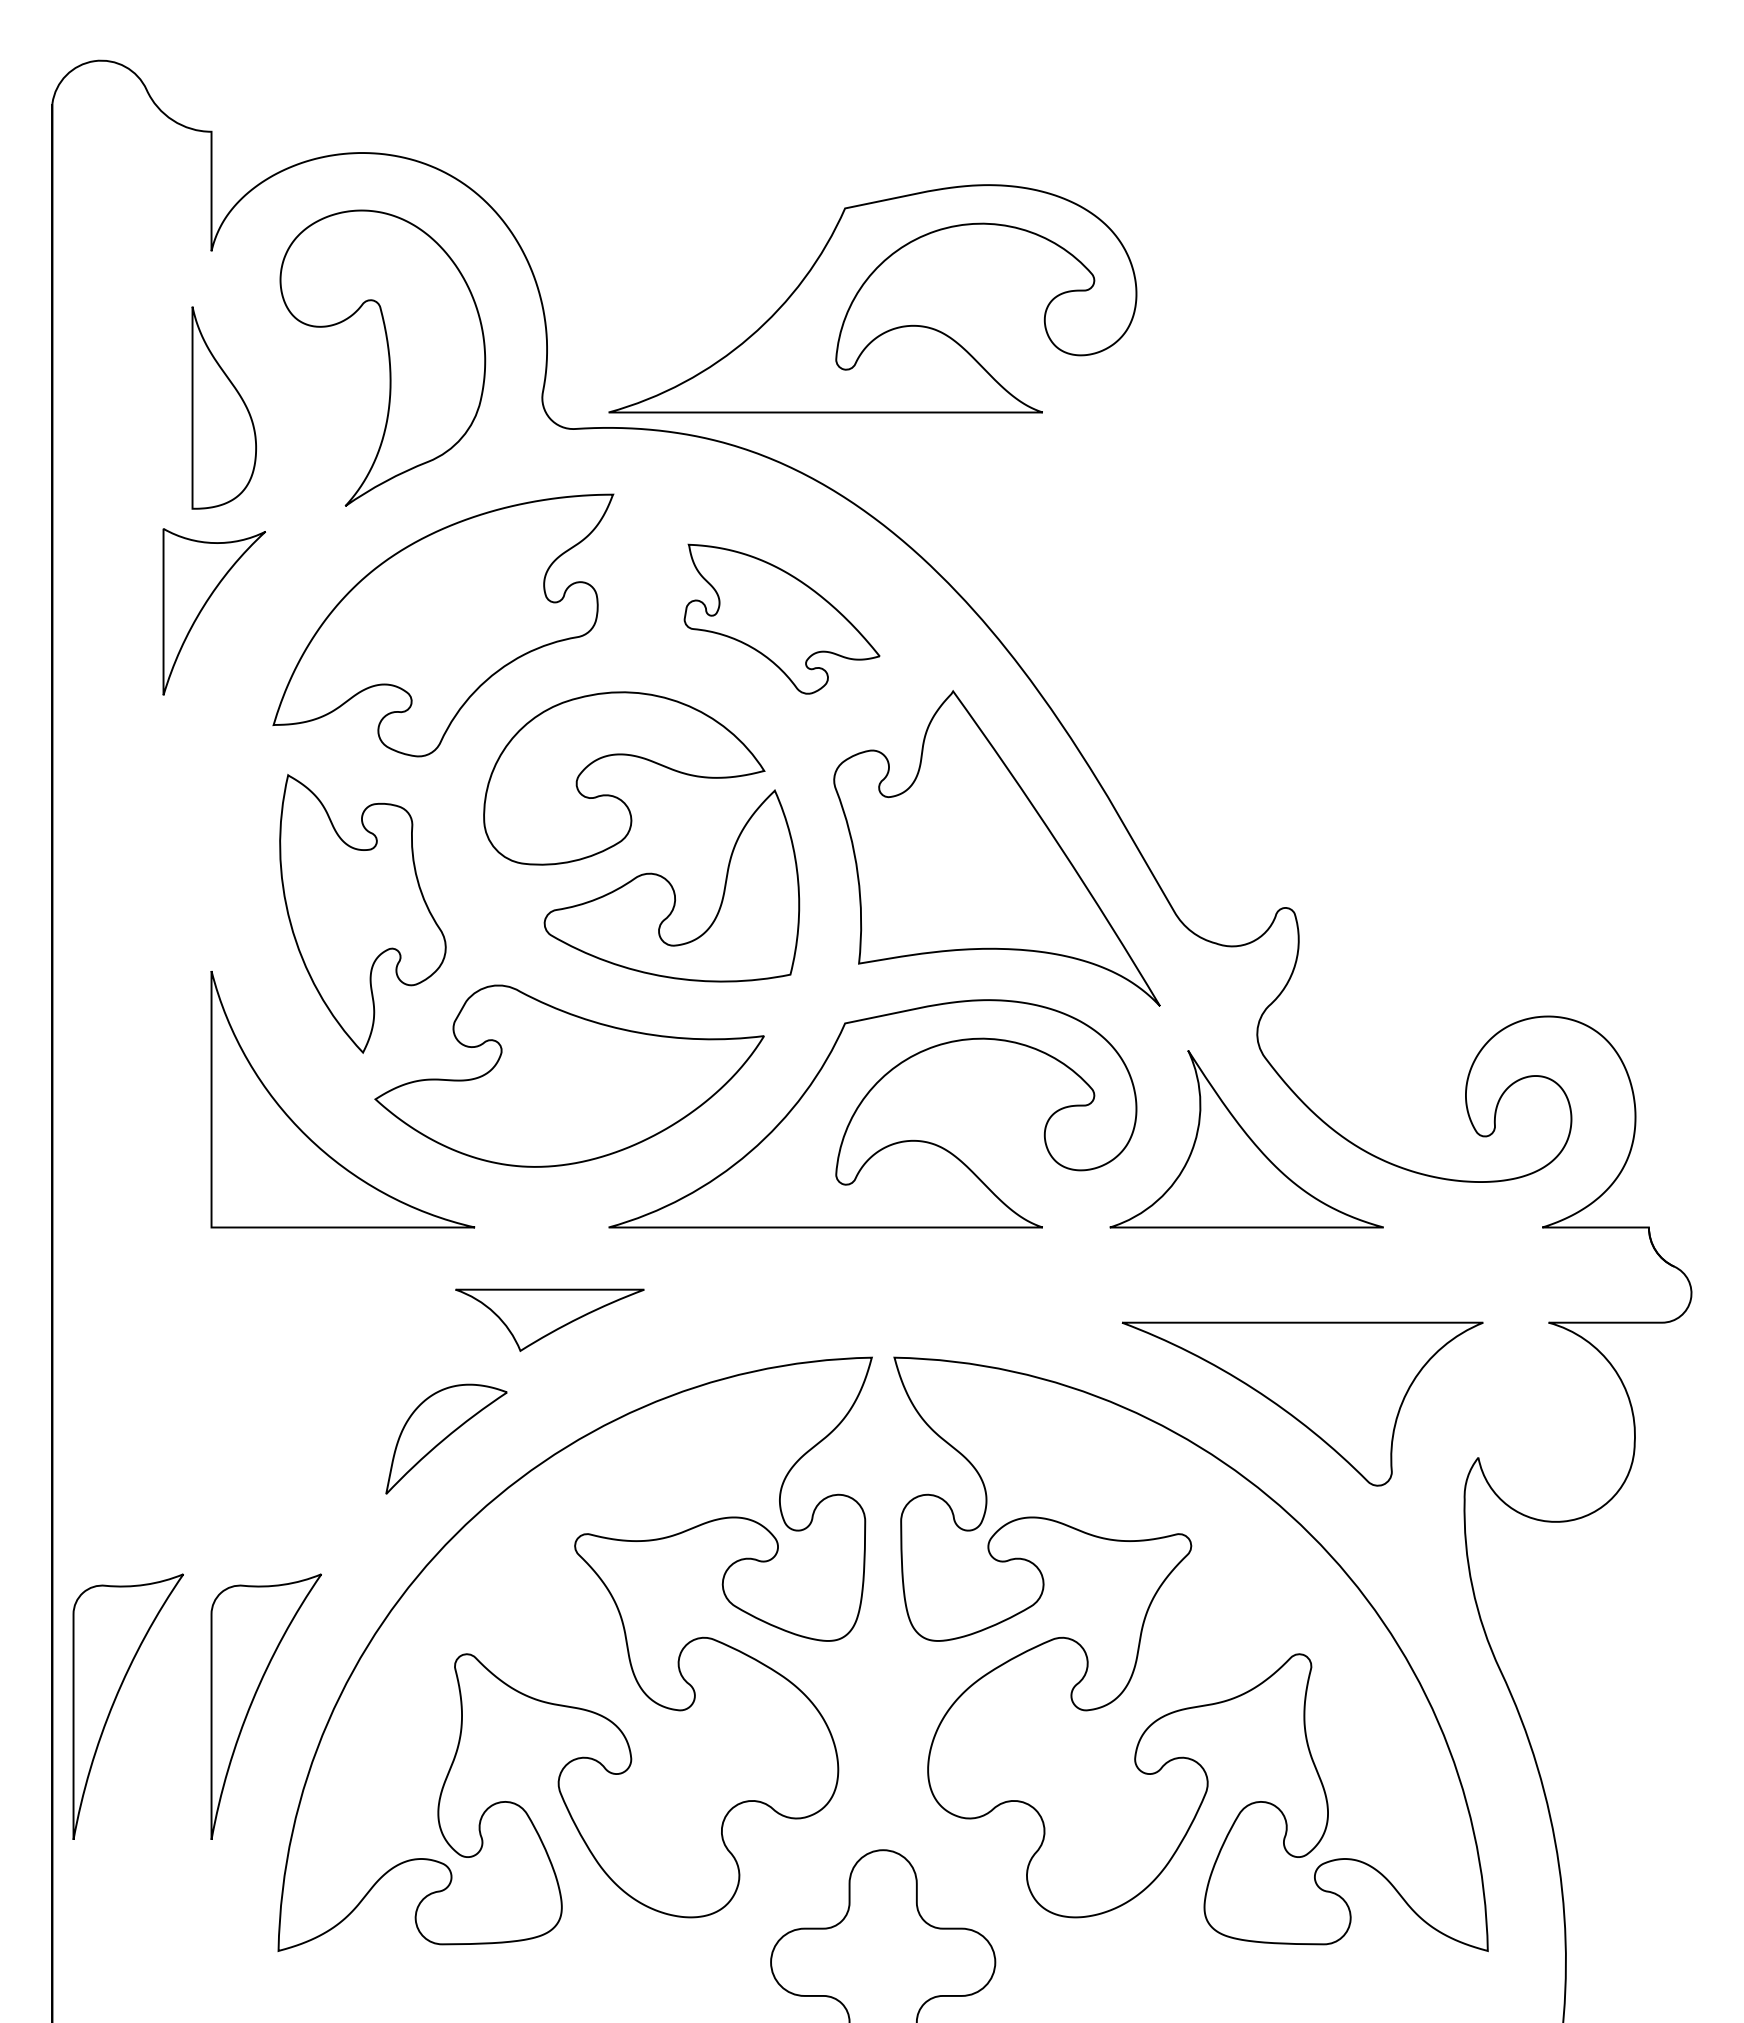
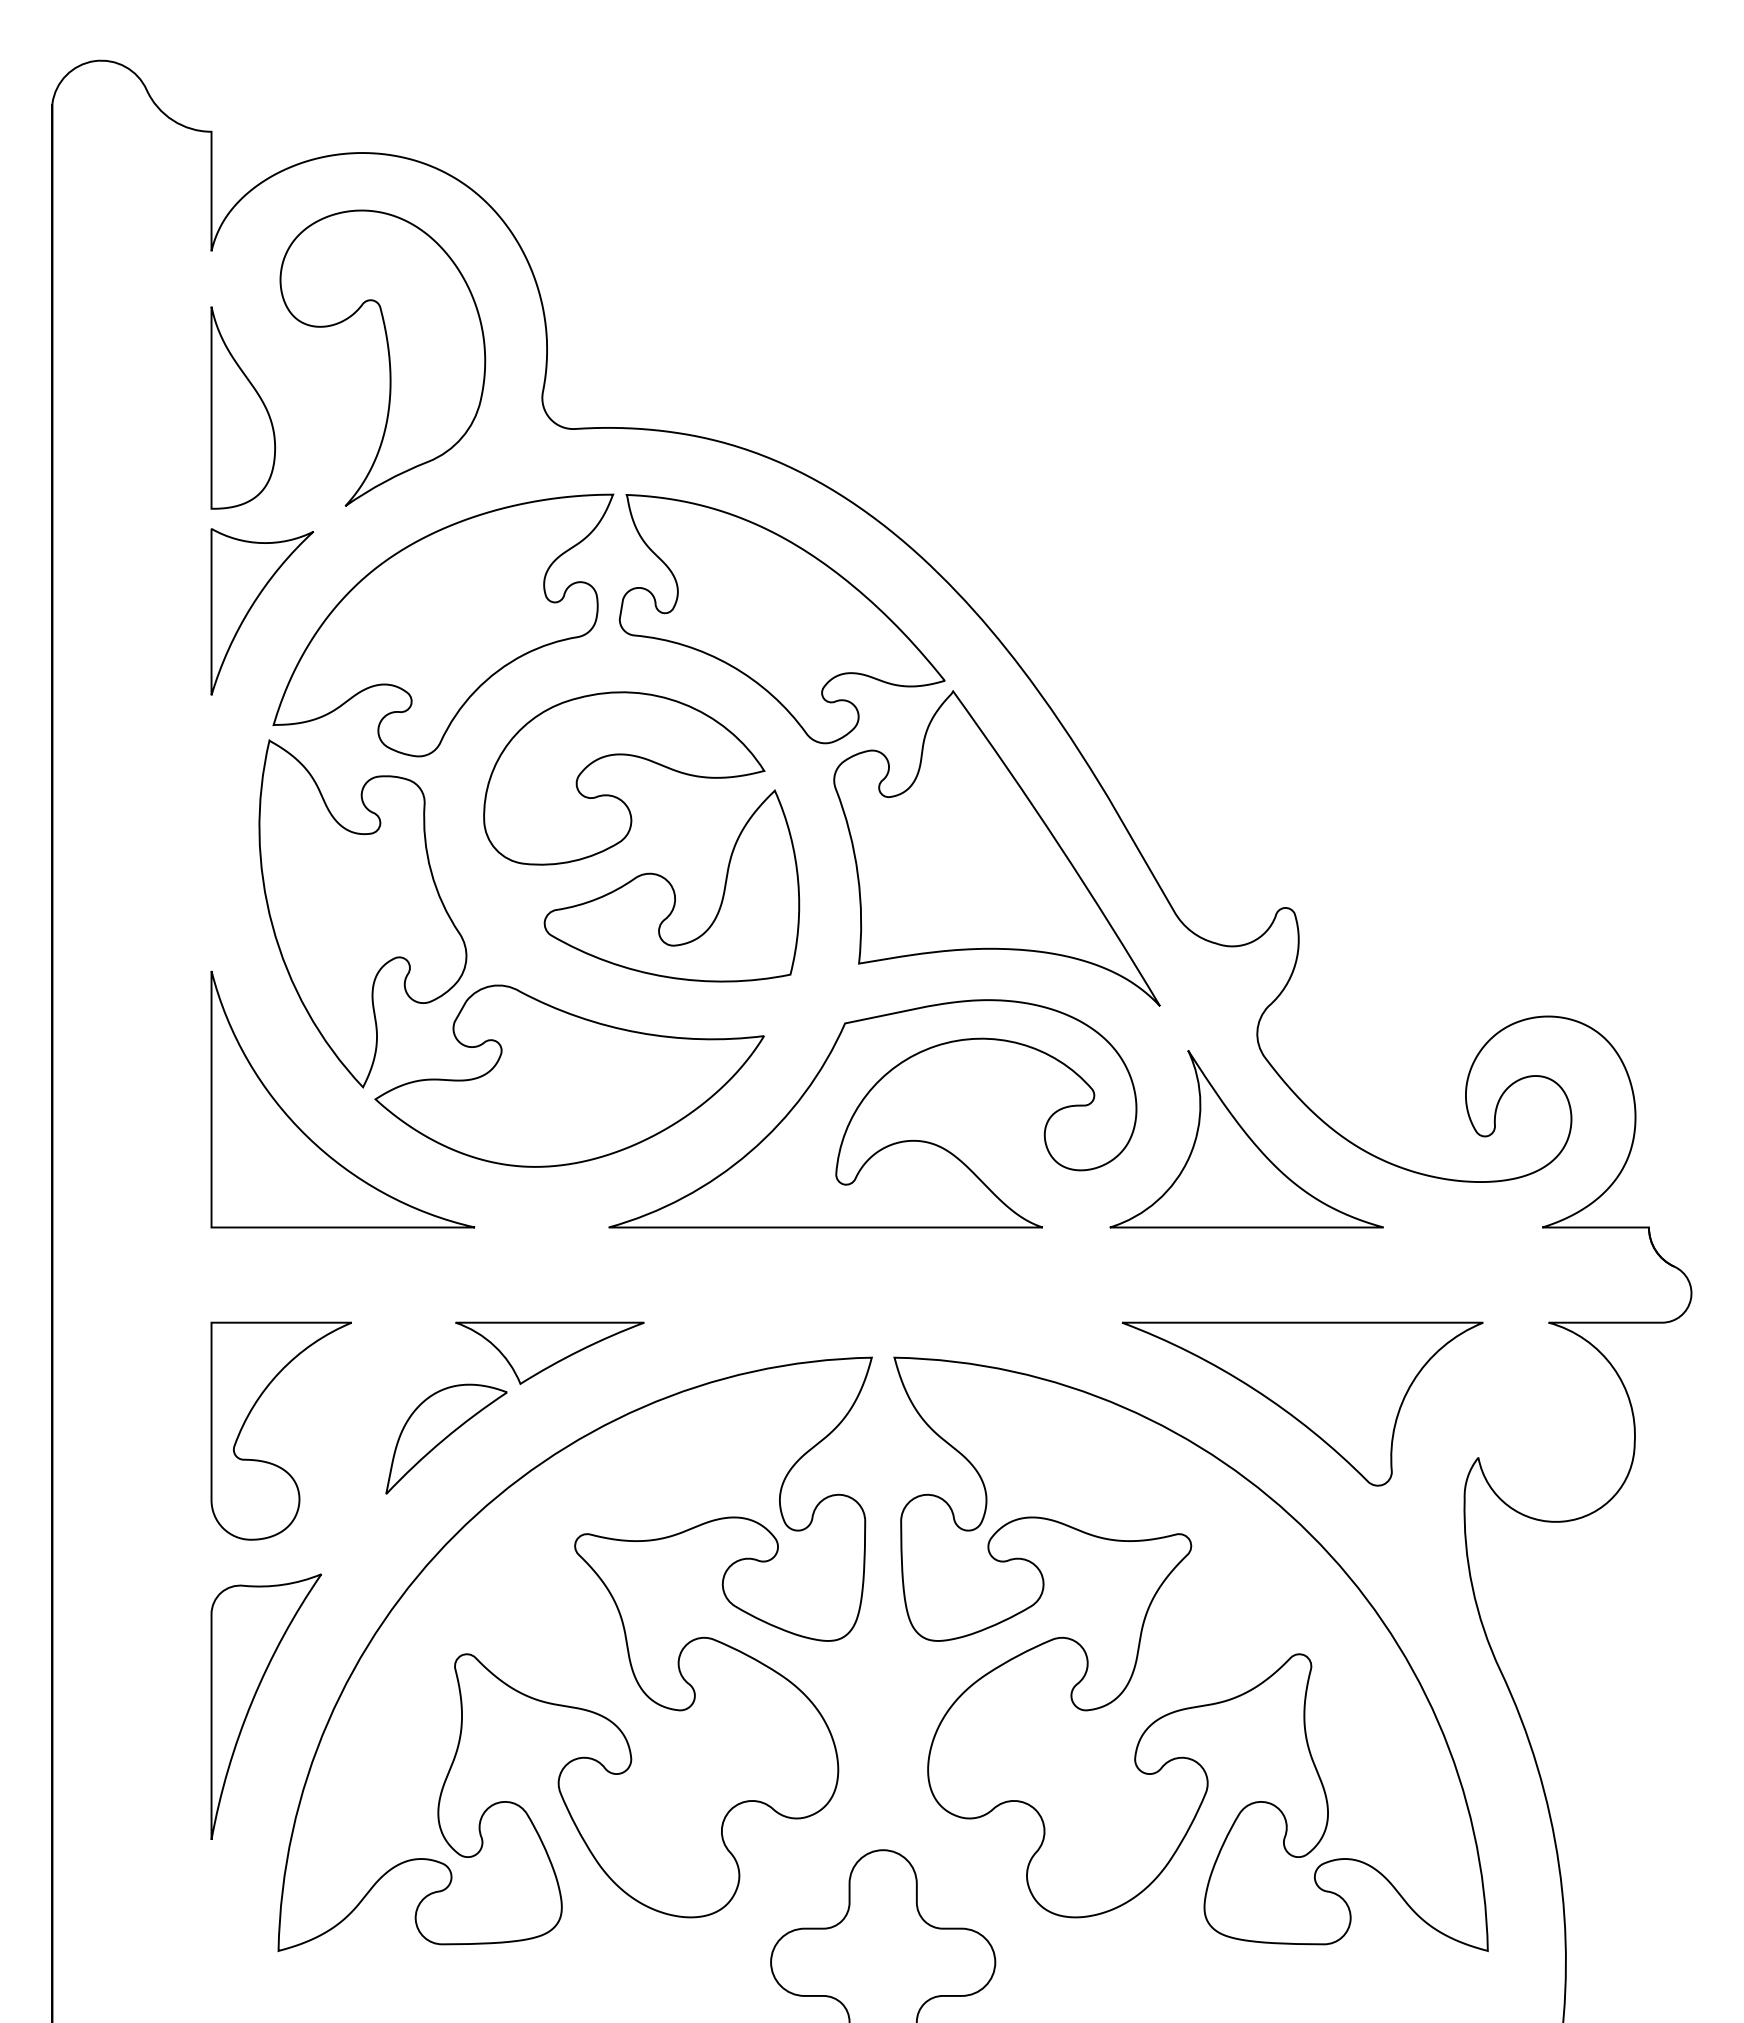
part at (860, 290): present -> none
part at (223, 407) position: (223, 407) -> (242, 407)
part at (204, 607) position: (204, 607) -> (252, 607)
part at (781, 618) size: 198x152 px -> 328x251 px
part at (362, 913) size: 168x280 px -> 210x350 px
part at (549, 1319) position: (549, 1319) -> (549, 1352)
part at (268, 1461): none -> present
part at (115, 1701): present -> none
